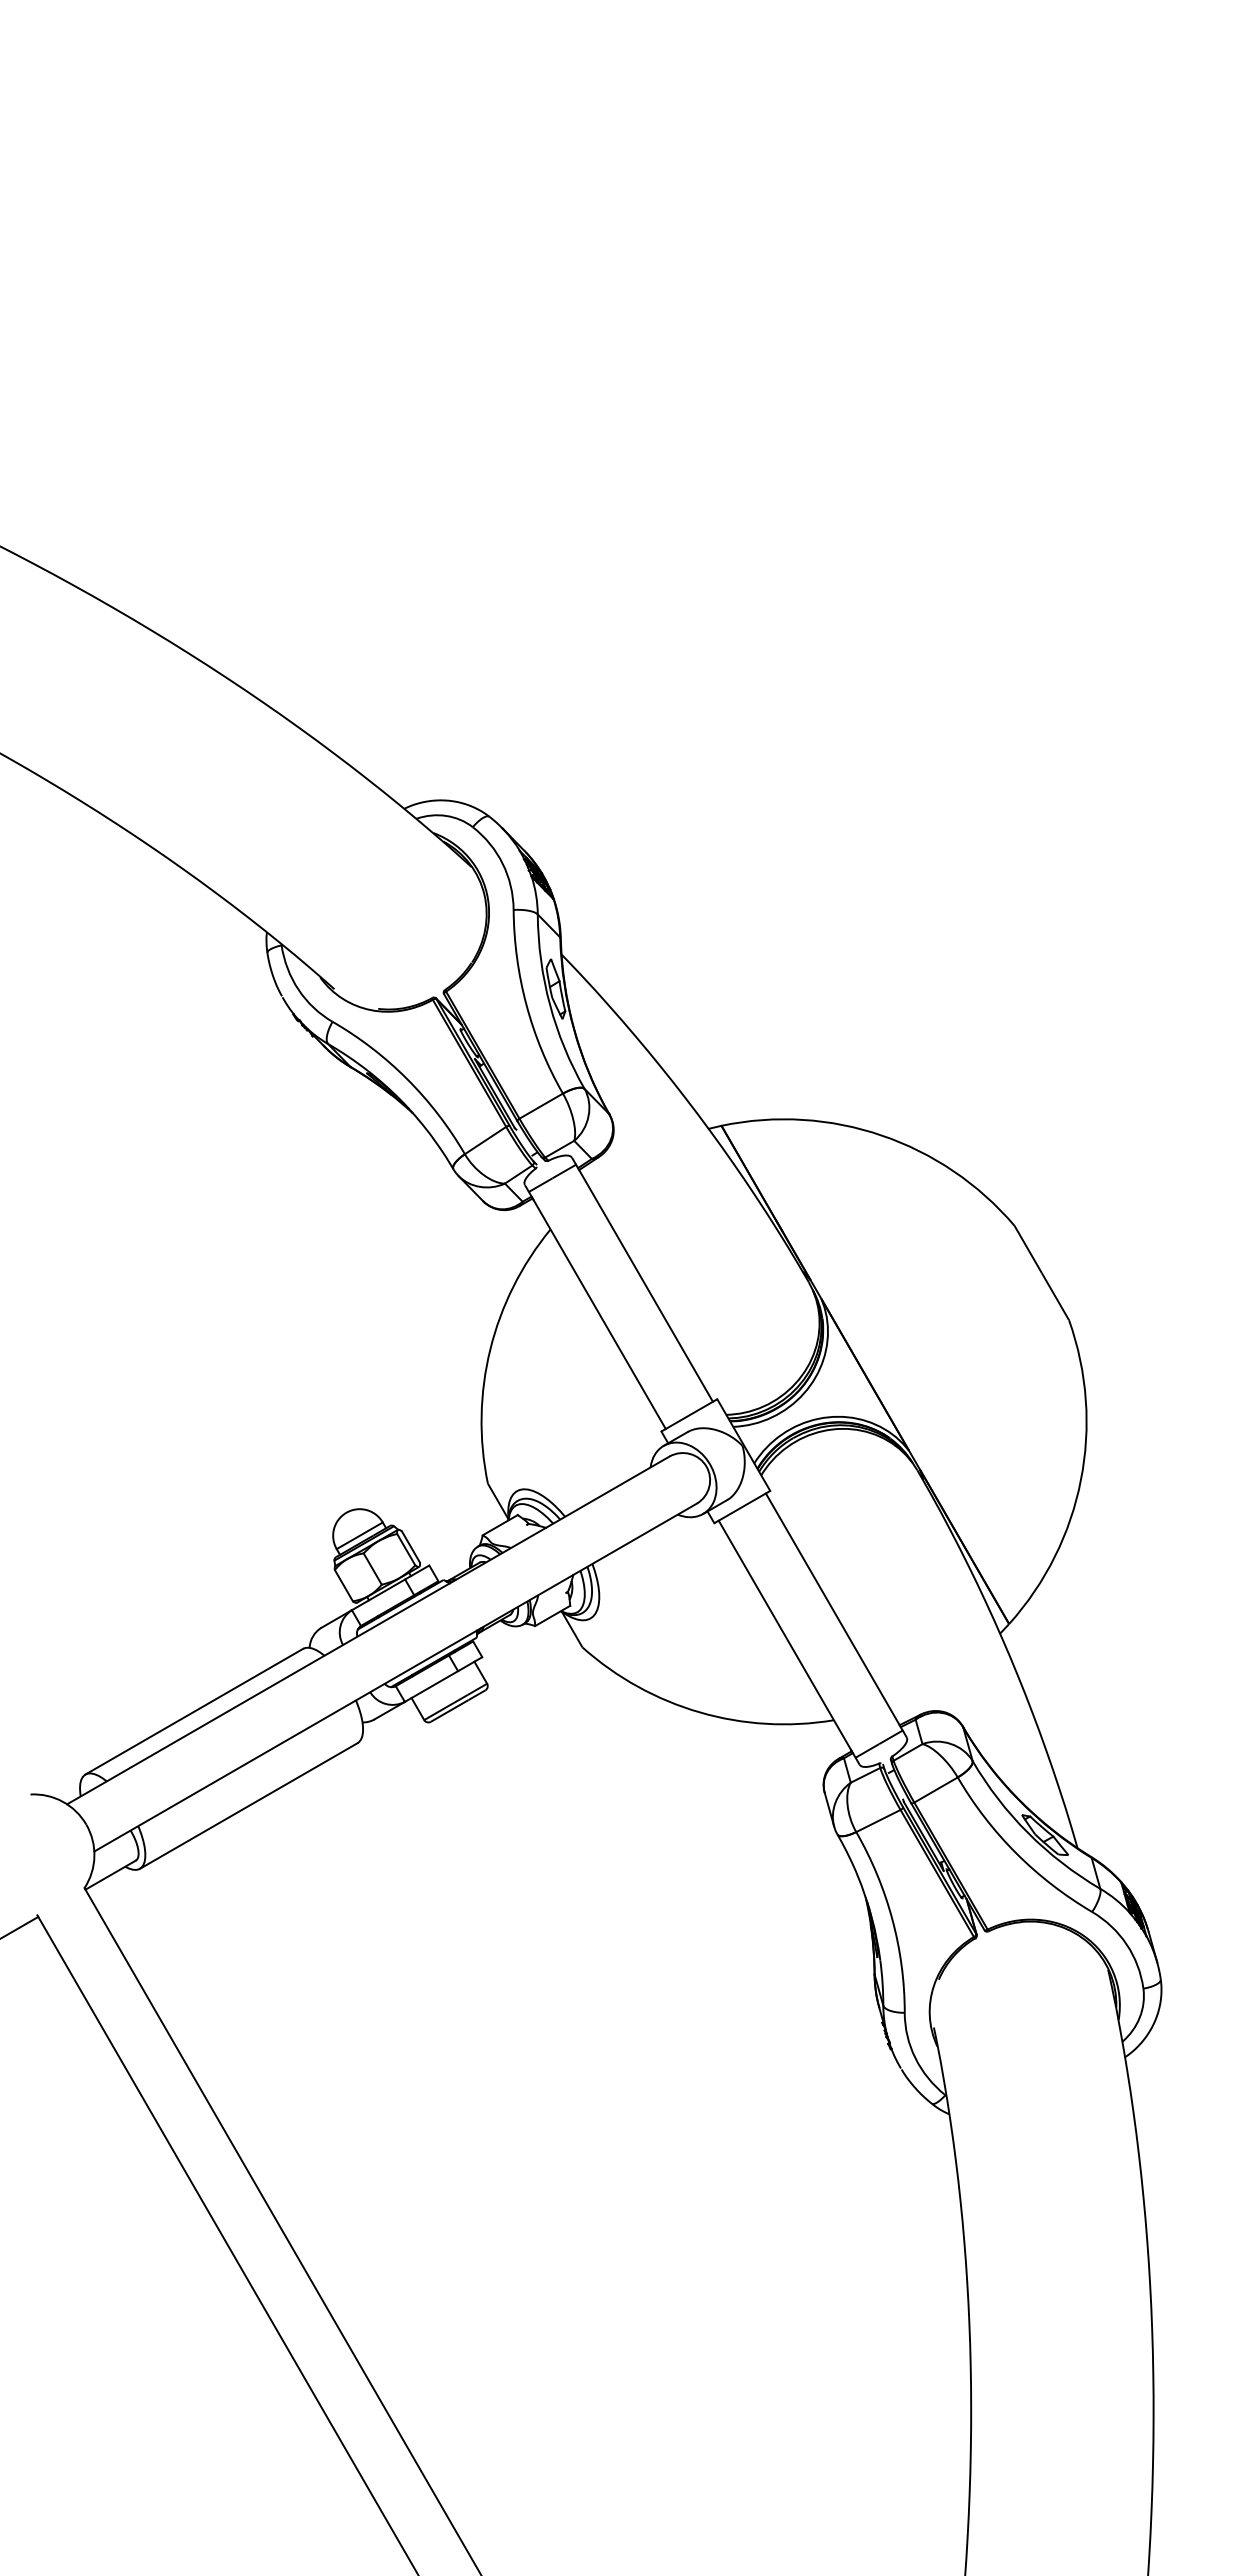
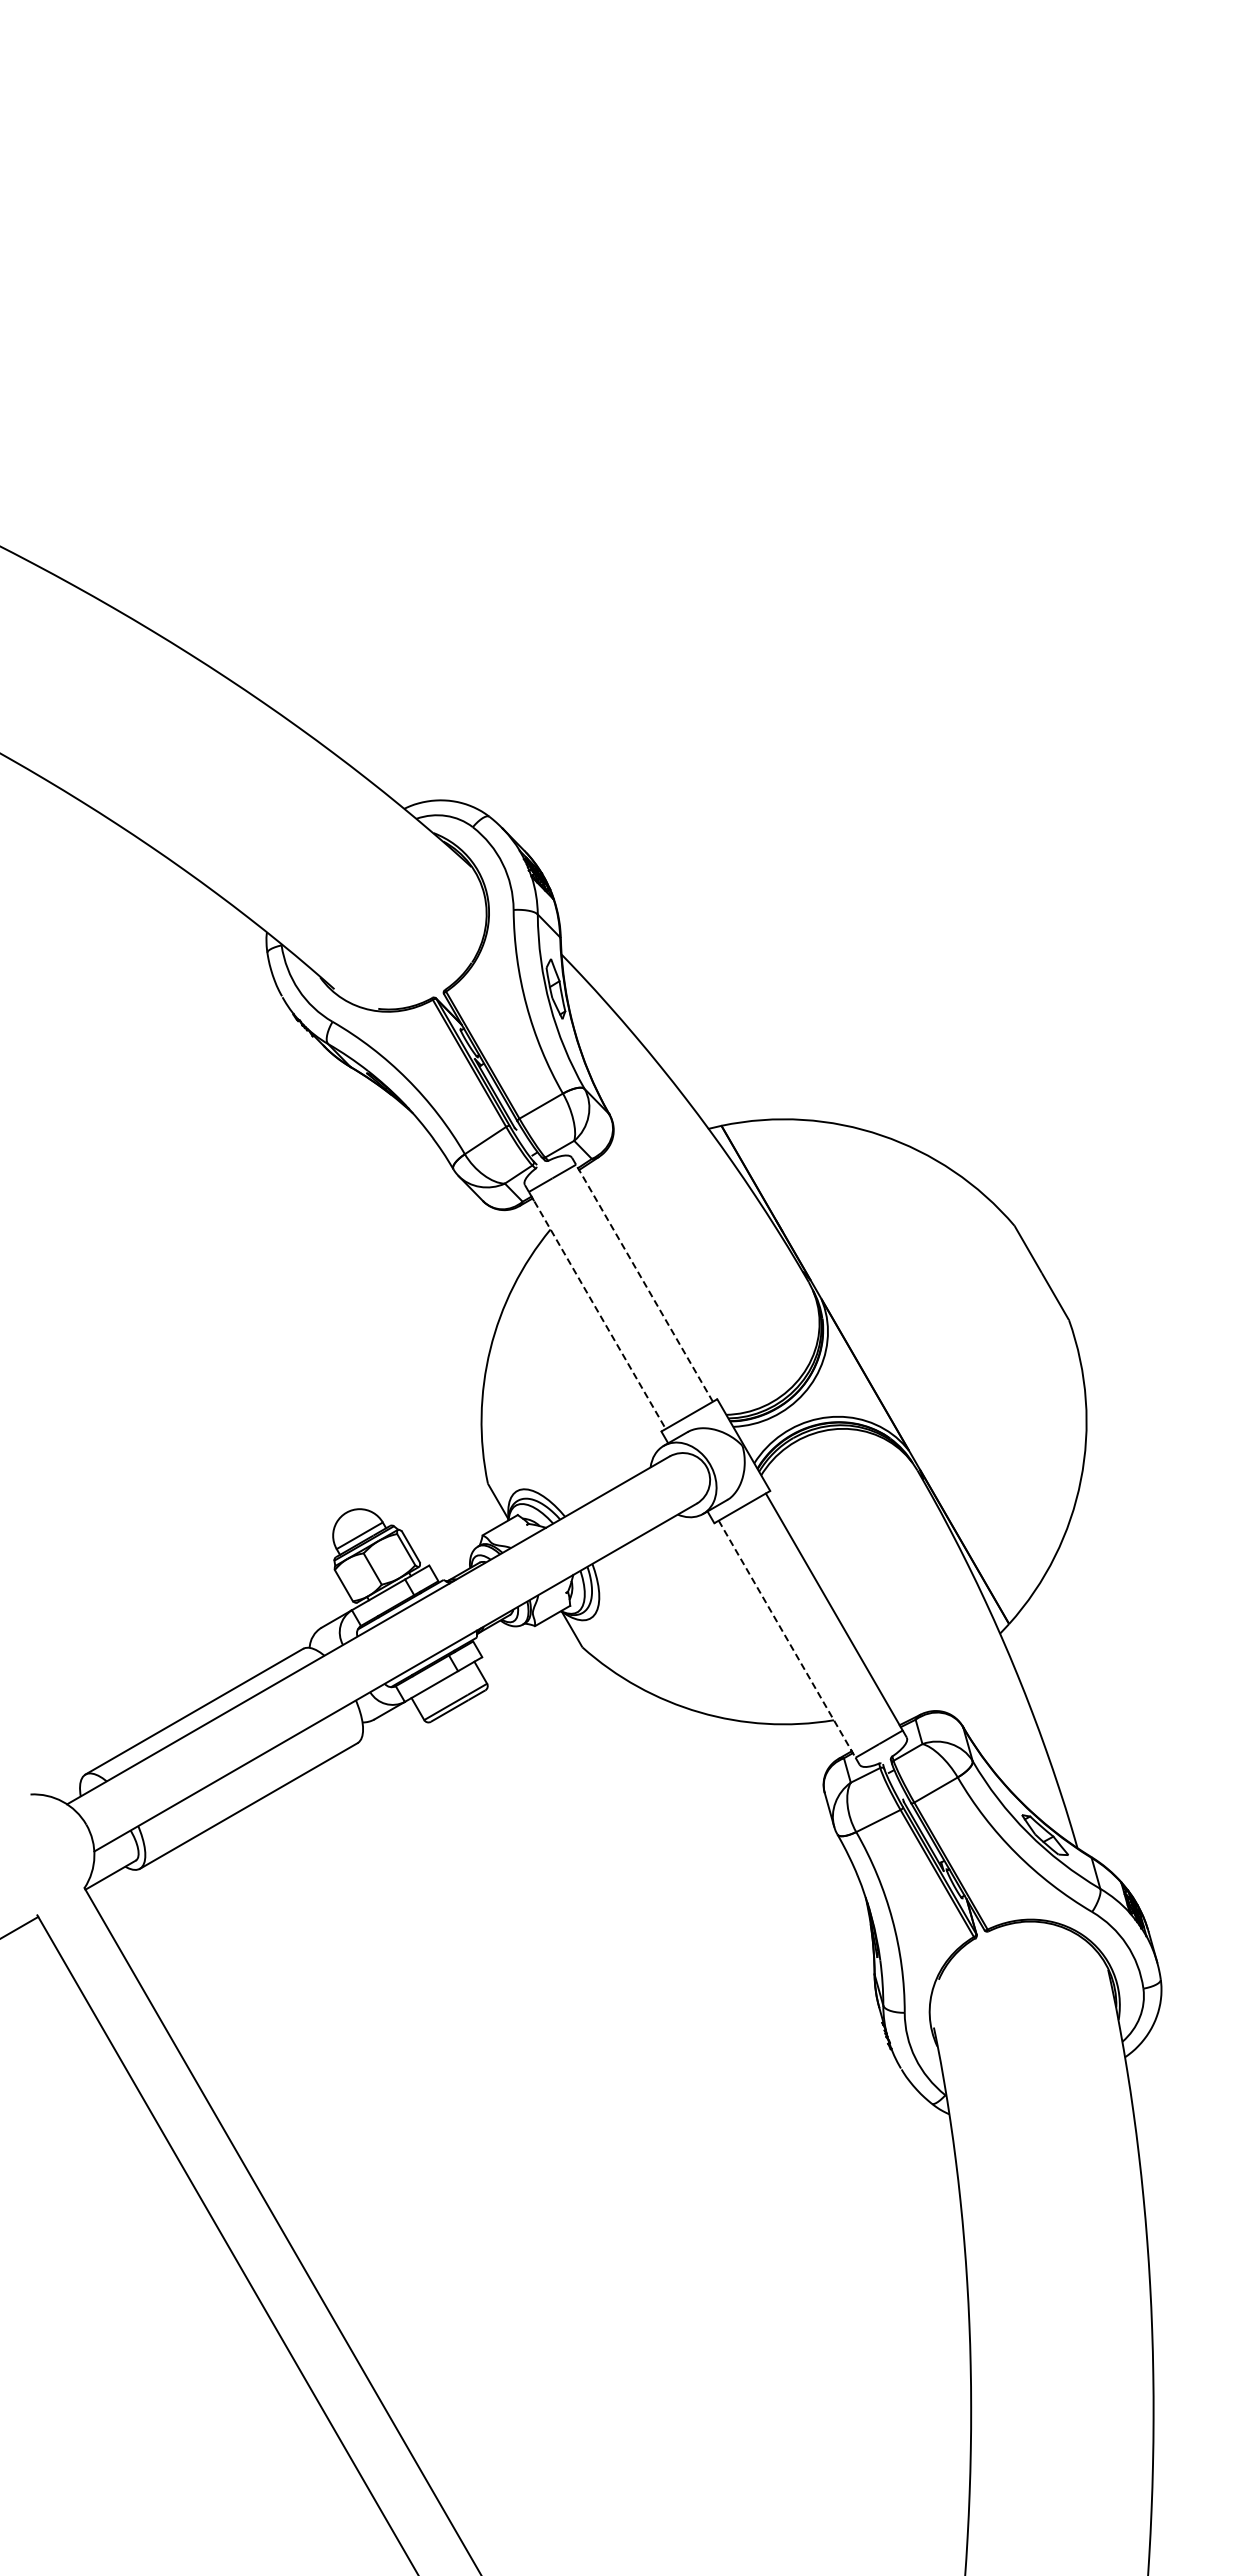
line at (644, 1283): solid -> dashed
line at (597, 1310): solid -> dashed
line at (787, 1639): solid -> dashed
